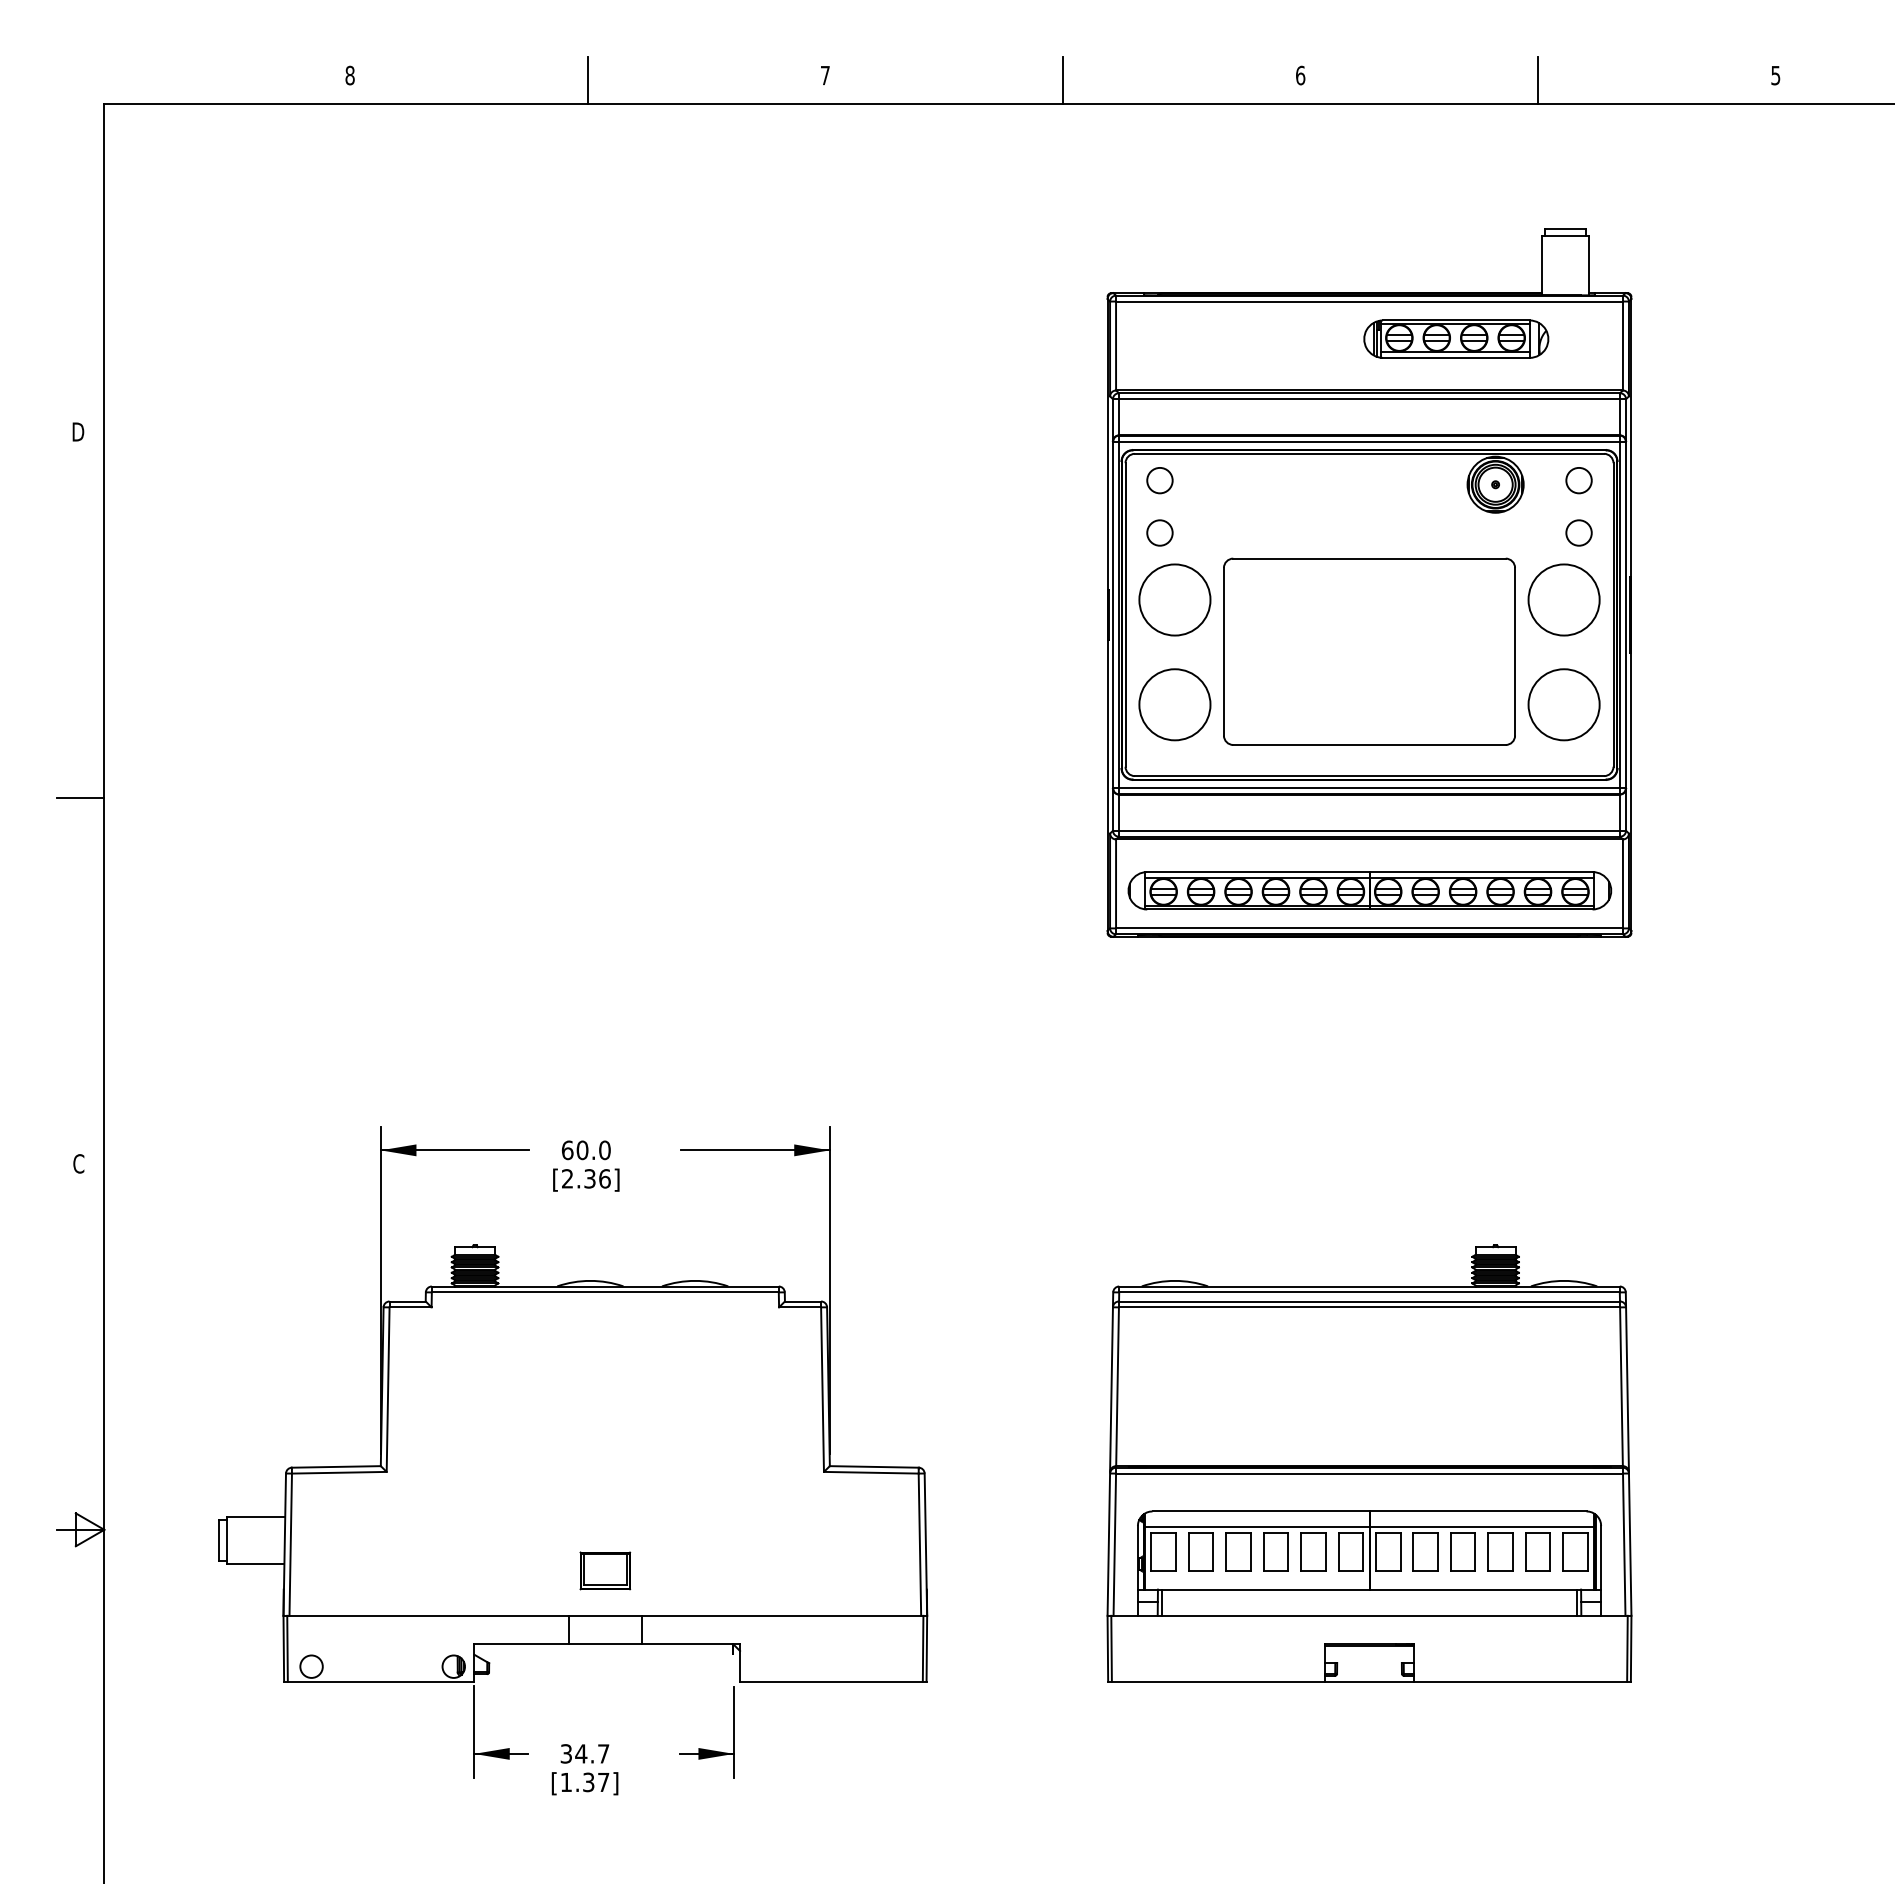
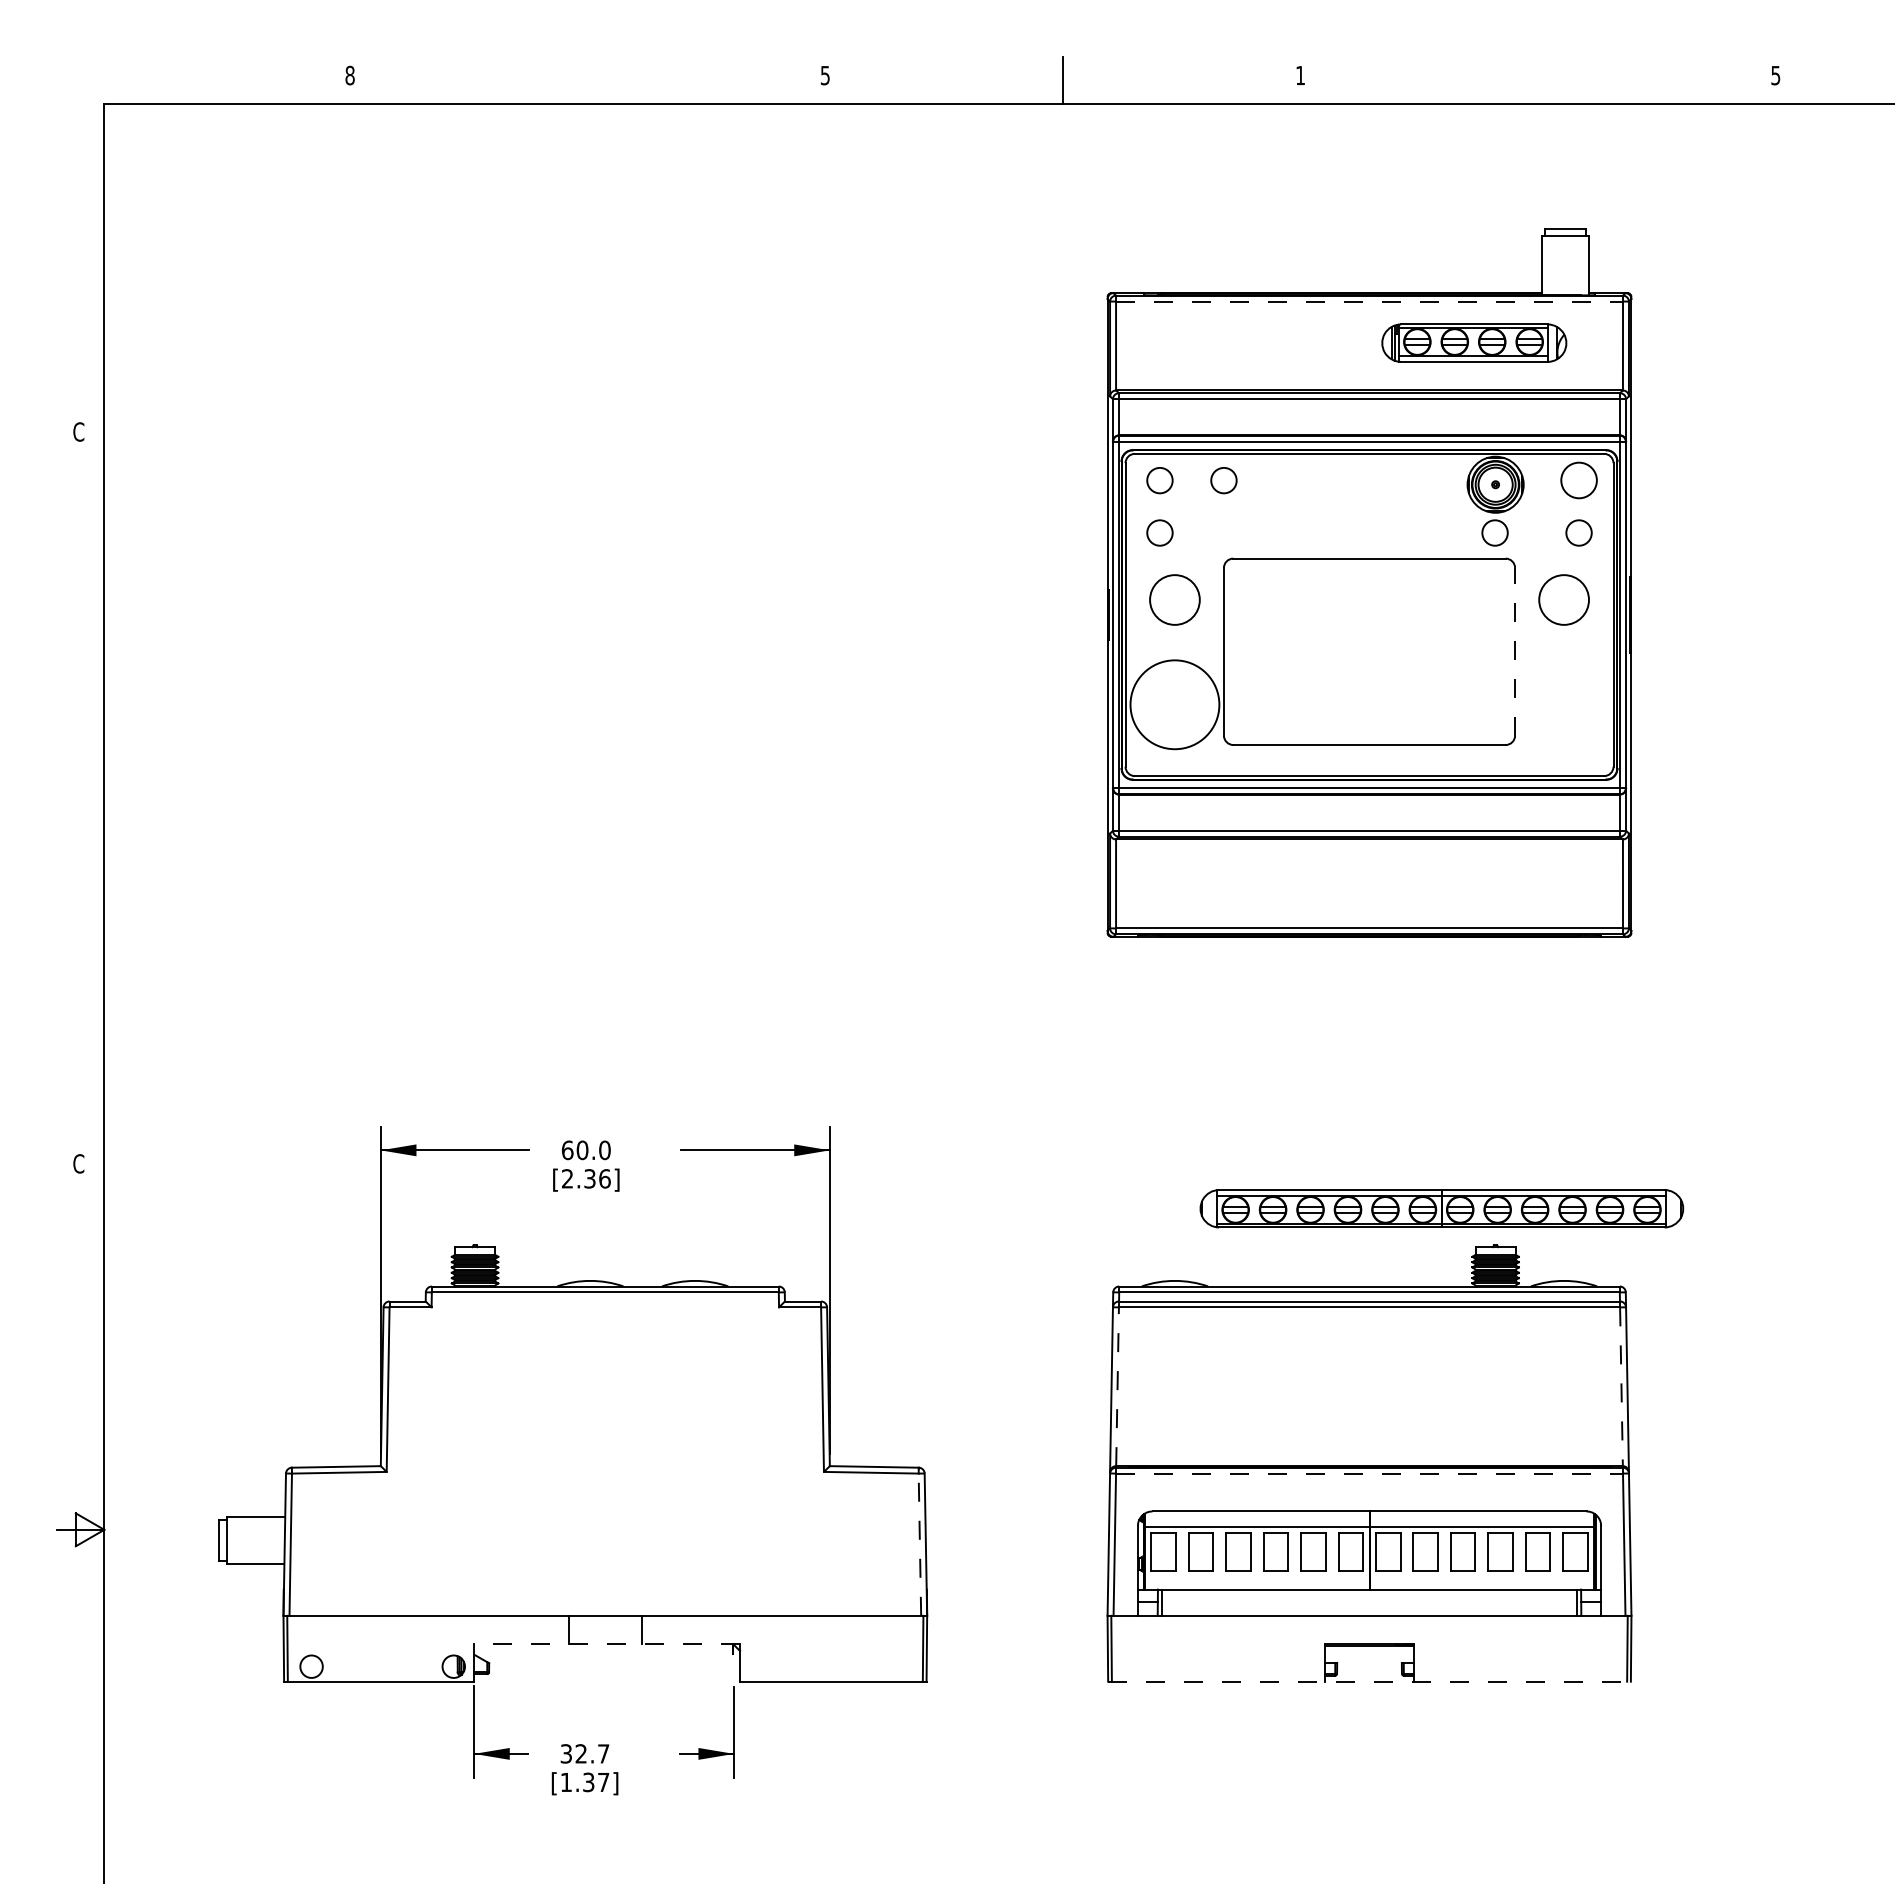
text at (824, 75): 7 -> 5
text at (1300, 75): 6 -> 1
line at (587, 80): present -> none
line at (1538, 80): present -> none
line at (1370, 301): solid -> dashed
part at (1456, 338) position: (1456, 338) -> (1474, 342)
text at (78, 431): D -> C
circle at (1223, 480): none -> present
circle at (1578, 480) size: 28x28 px -> 38x39 px
circle at (1494, 532): none -> present
circle at (1174, 599) diameter: 71 px -> 50 px
circle at (1563, 599) diameter: 71 px -> 50 px
line at (1515, 651): solid -> dashed
circle at (1174, 704) diameter: 71 px -> 89 px
circle at (1563, 704): present -> none
line at (80, 797): present -> none
part at (1369, 890) position: (1369, 890) -> (1441, 1208)
line at (1117, 1386): solid -> dashed
line at (1621, 1387): solid -> dashed
line at (1370, 1473): solid -> dashed
line at (919, 1544): solid -> dashed
part at (605, 1570): present -> none
line at (607, 1644): solid -> dashed
line at (1370, 1681): solid -> dashed
text at (581, 1753): 34.7 -> 32.7
